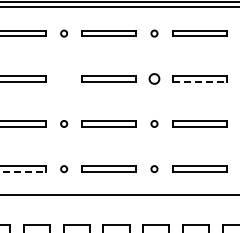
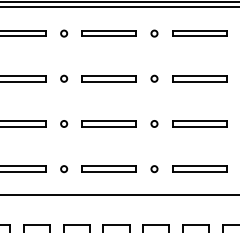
circle at (64, 78): none -> present
circle at (154, 78) size: 13x12 px -> 9x9 px
line at (200, 81): dashed -> solid
line at (23, 171): dashed -> solid
